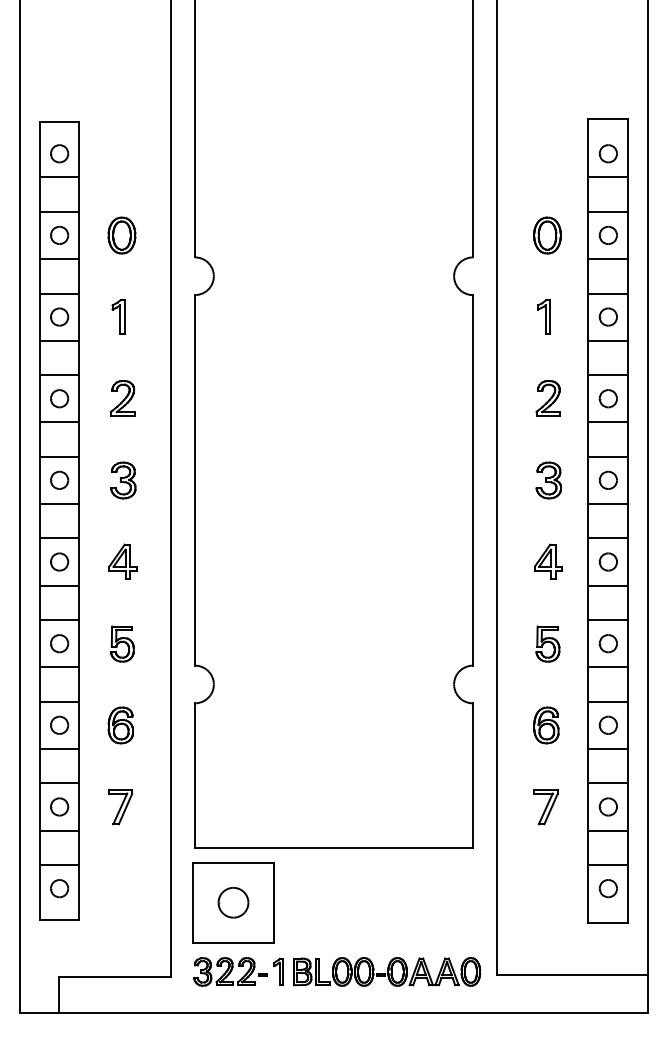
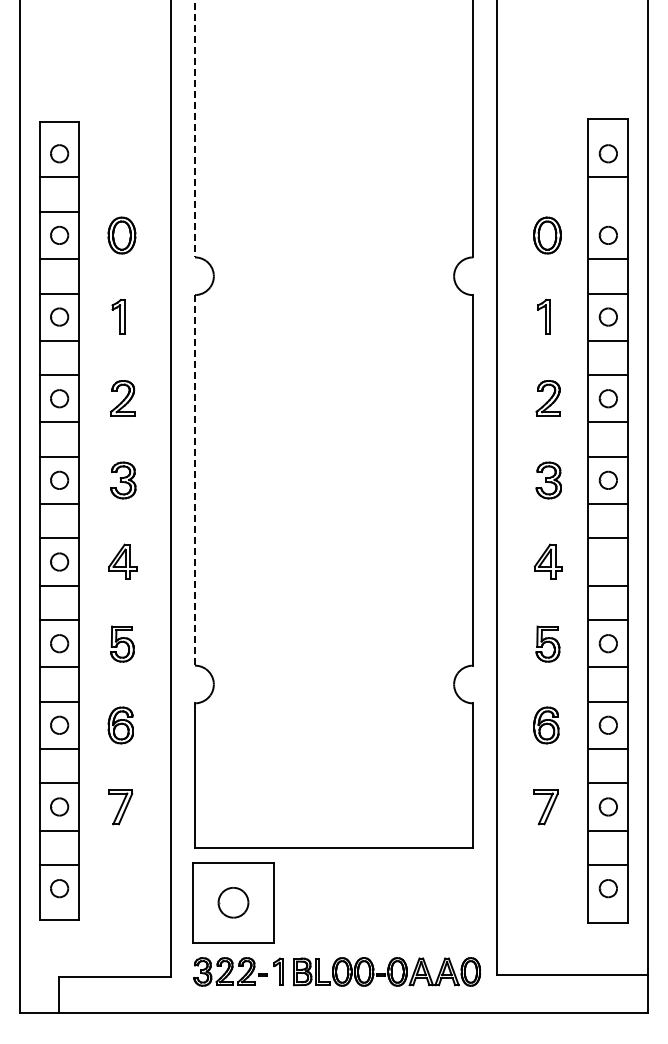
line at (195, 129): solid -> dashed
line at (608, 211): present -> none
line at (195, 480): solid -> dashed
part at (607, 561): present -> none
